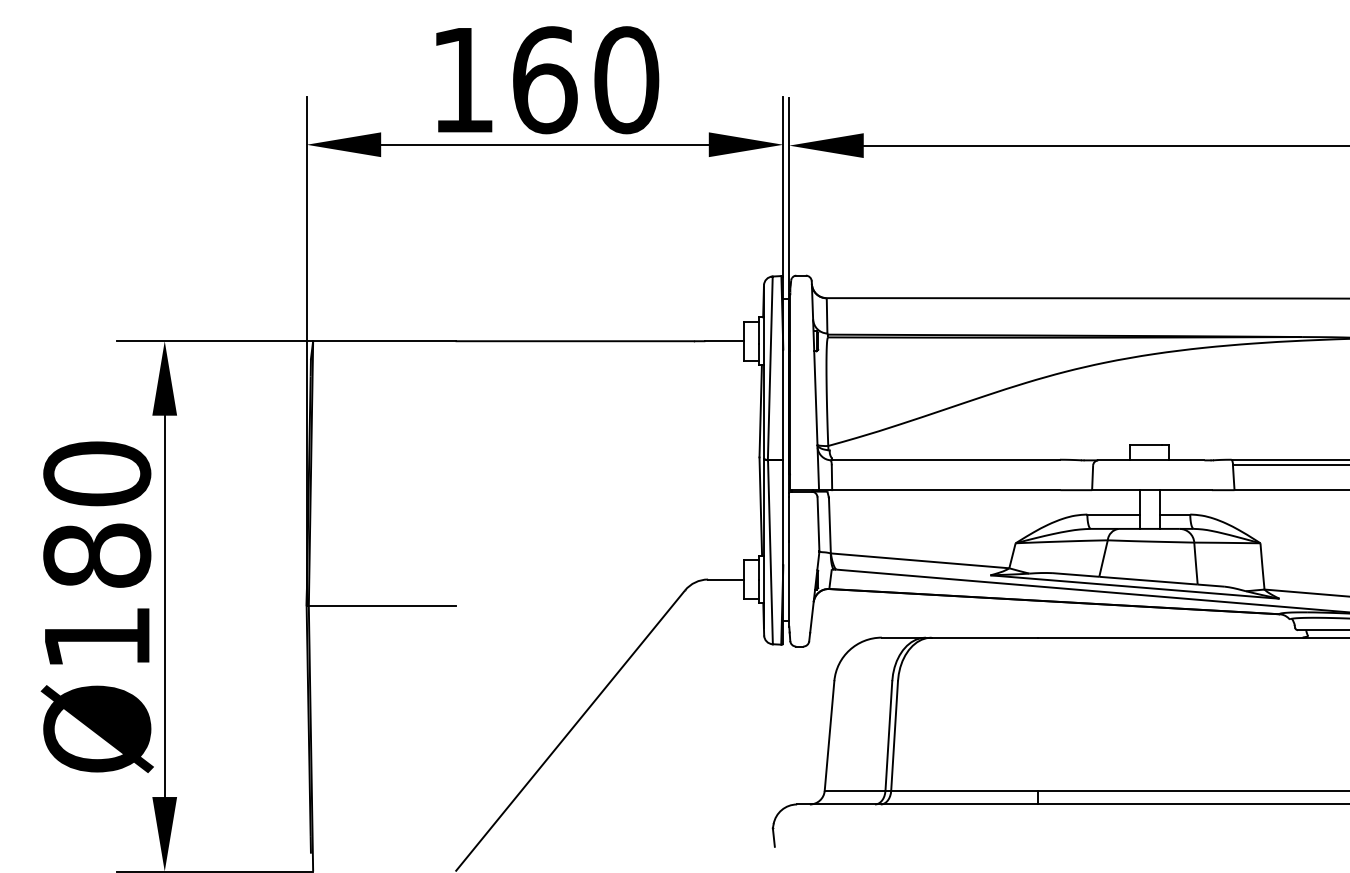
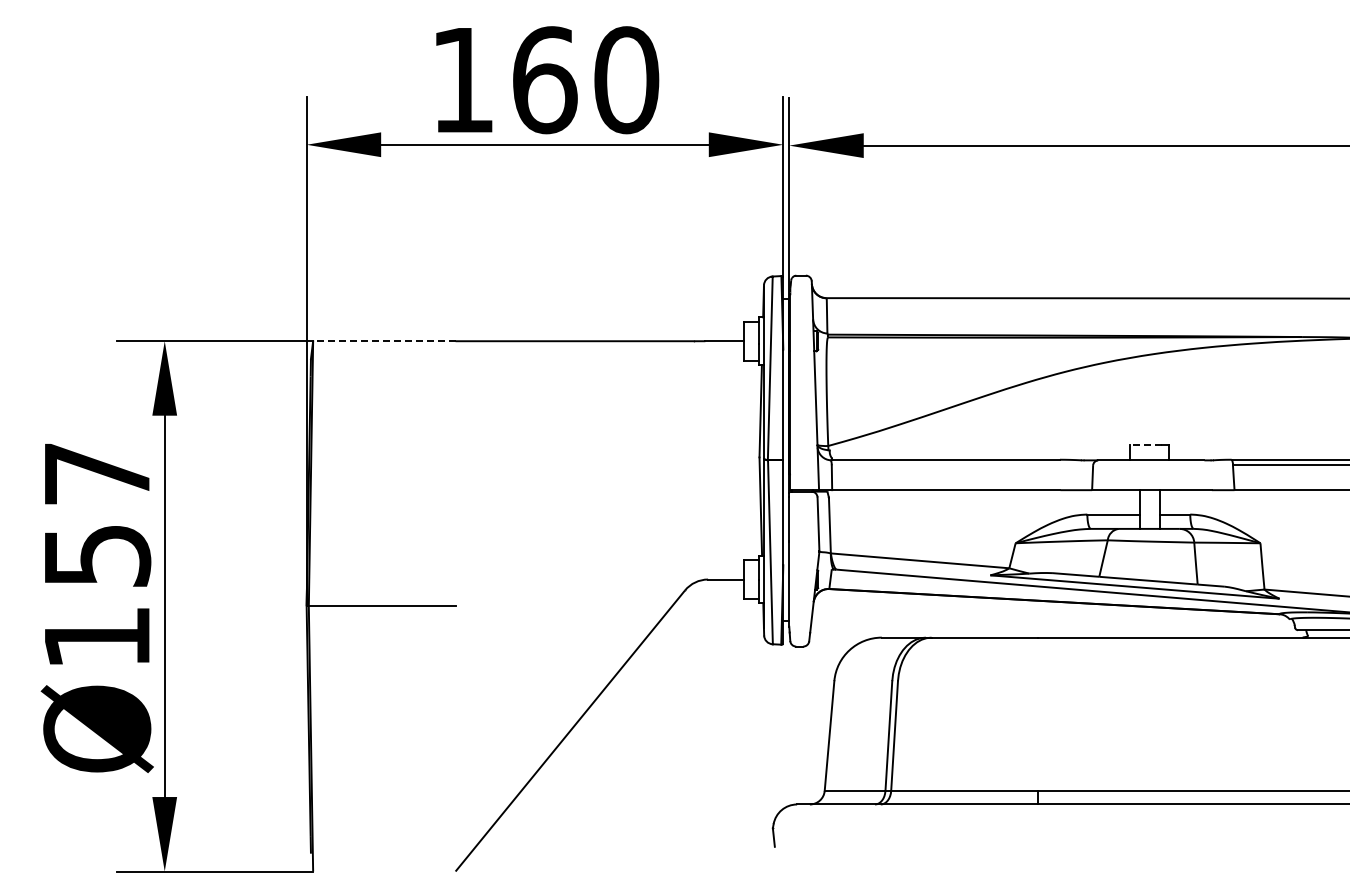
line at (383, 341): solid -> dashed
line at (1146, 445): solid -> dashed
text at (97, 514): Ø180 -> Ø157
